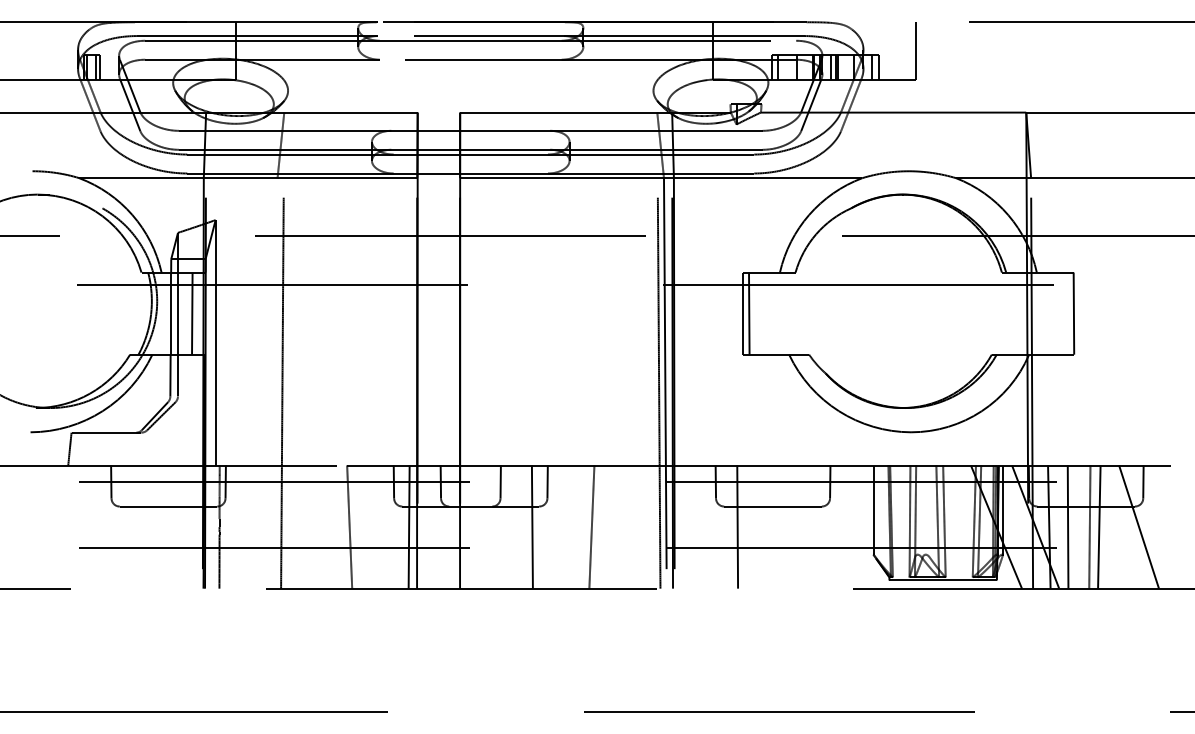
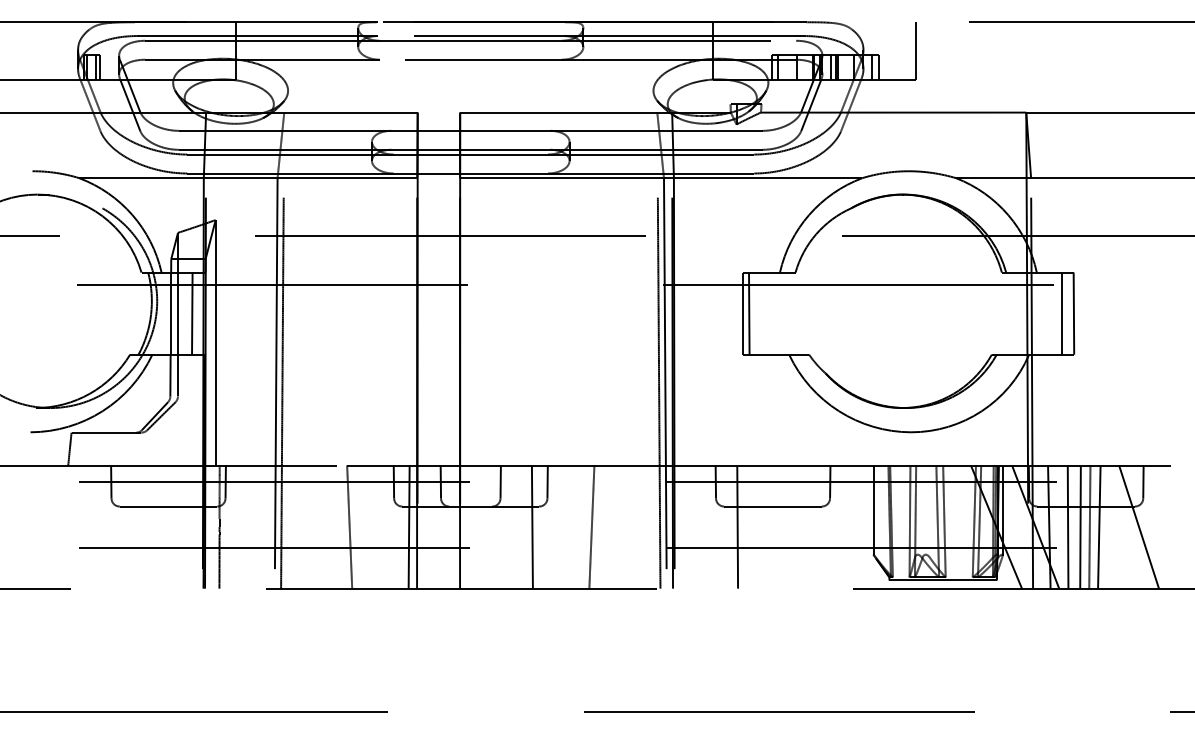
line at (1061, 313): none -> present
line at (275, 383): none -> present
line at (1080, 526): none -> present
